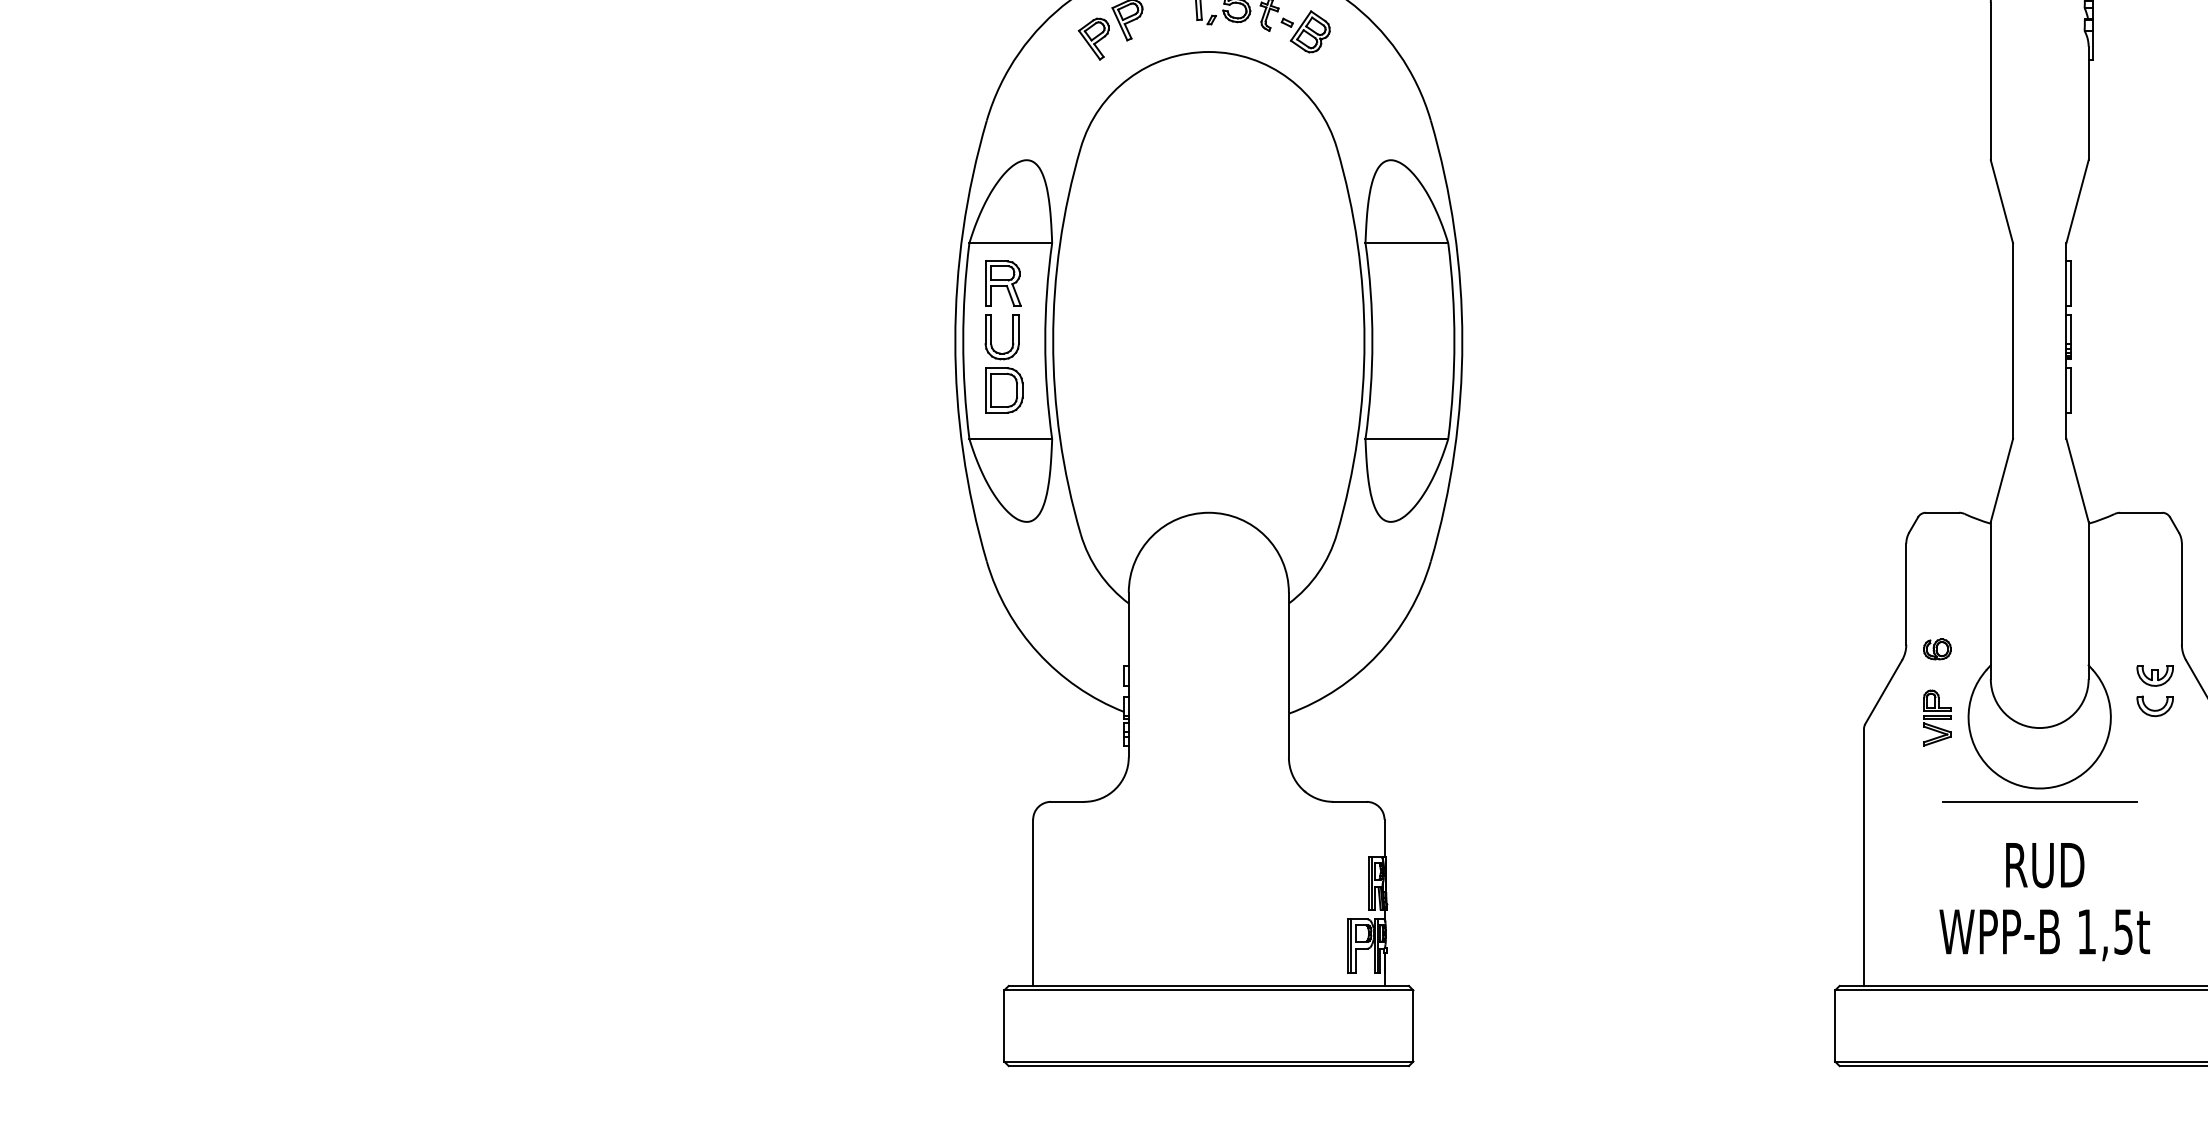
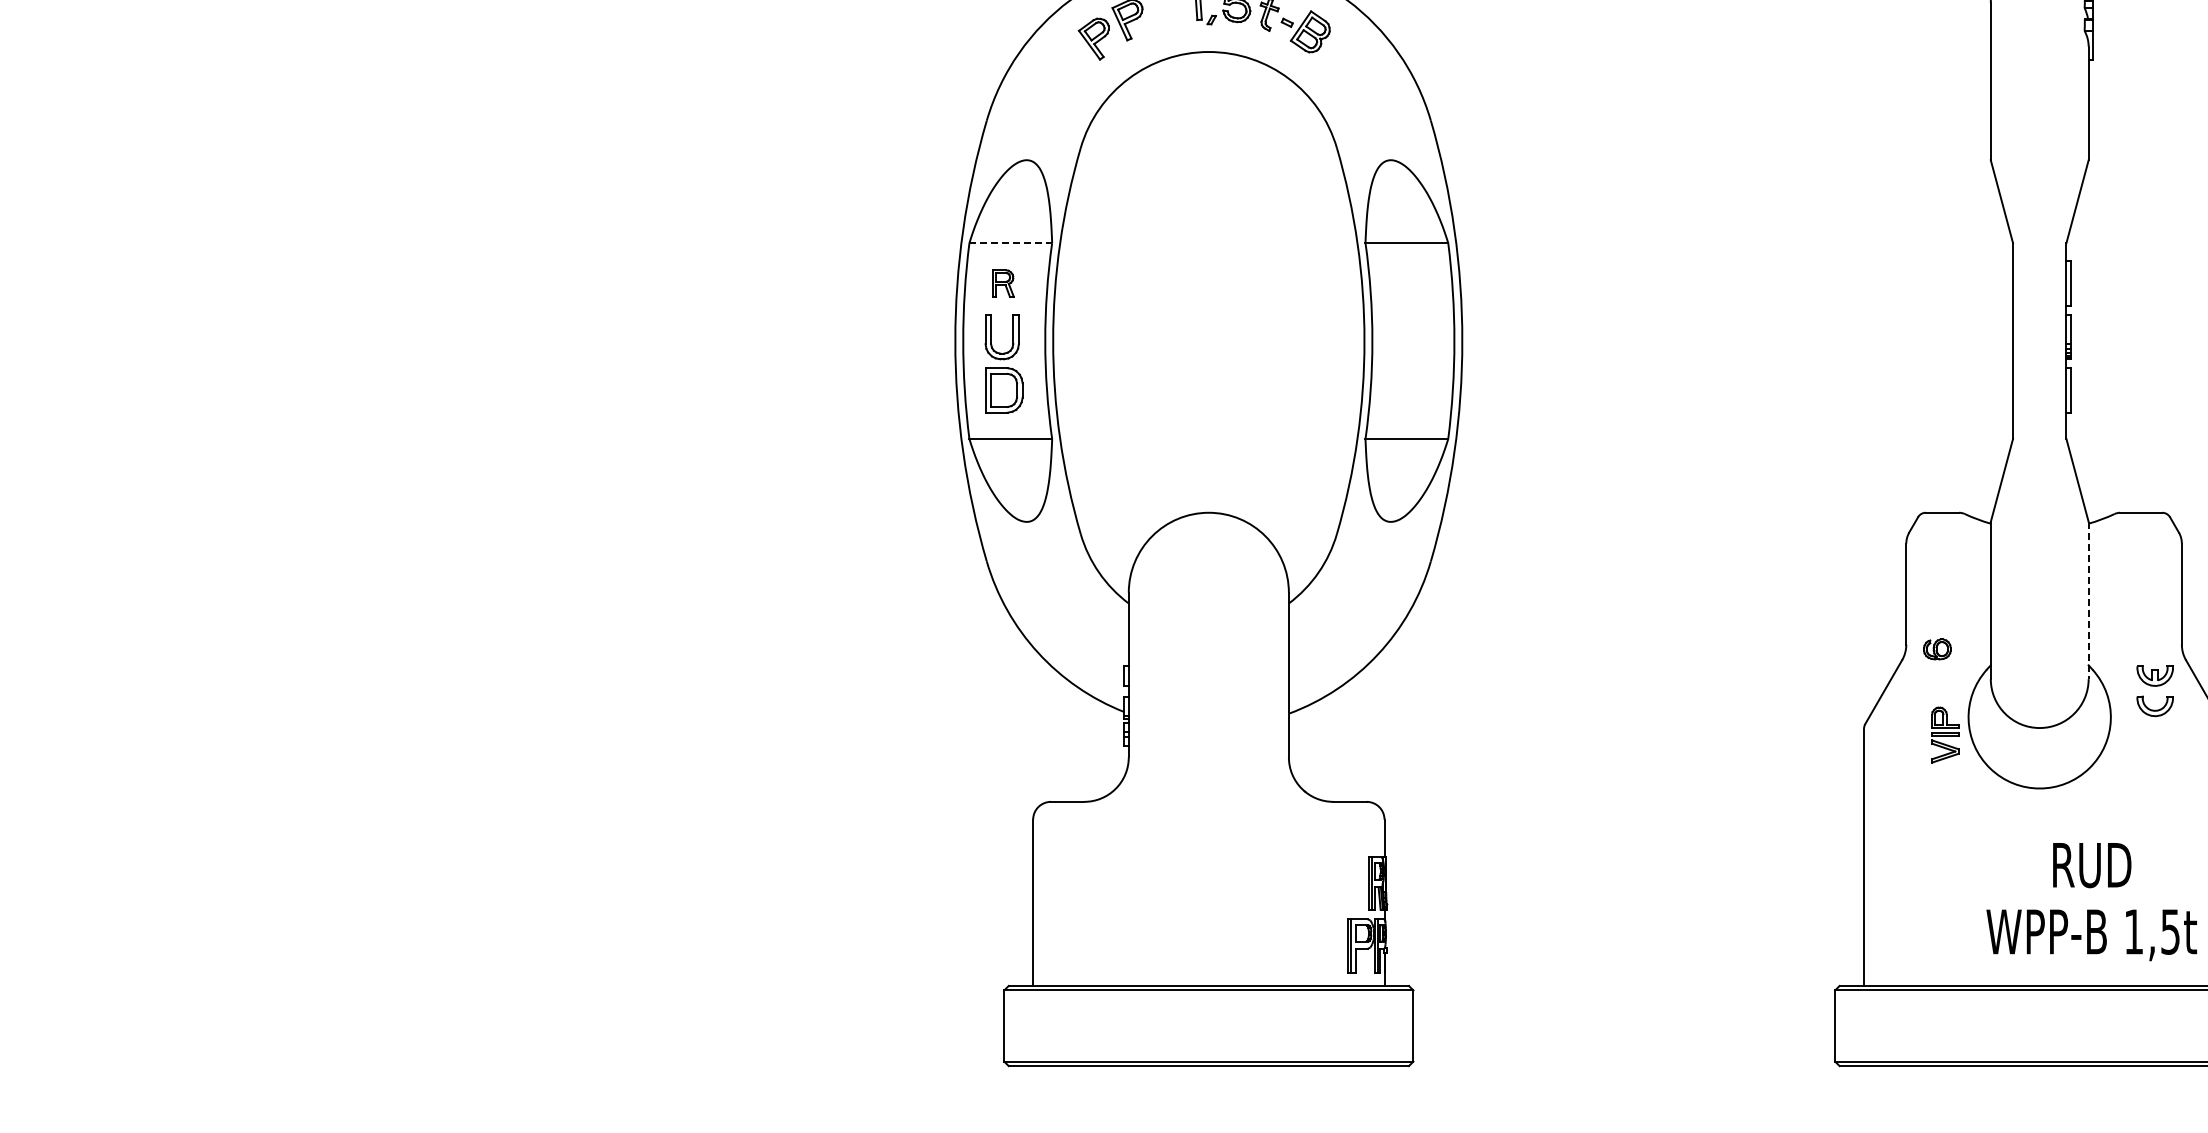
line at (1011, 243): solid -> dashed
part at (1003, 283) size: 37x47 px -> 23x29 px
line at (2088, 600): solid -> dashed
part at (1937, 717) position: (1937, 717) -> (1945, 734)
line at (2039, 801): present -> none
text at (2044, 902) position: (2044, 902) -> (2091, 902)
